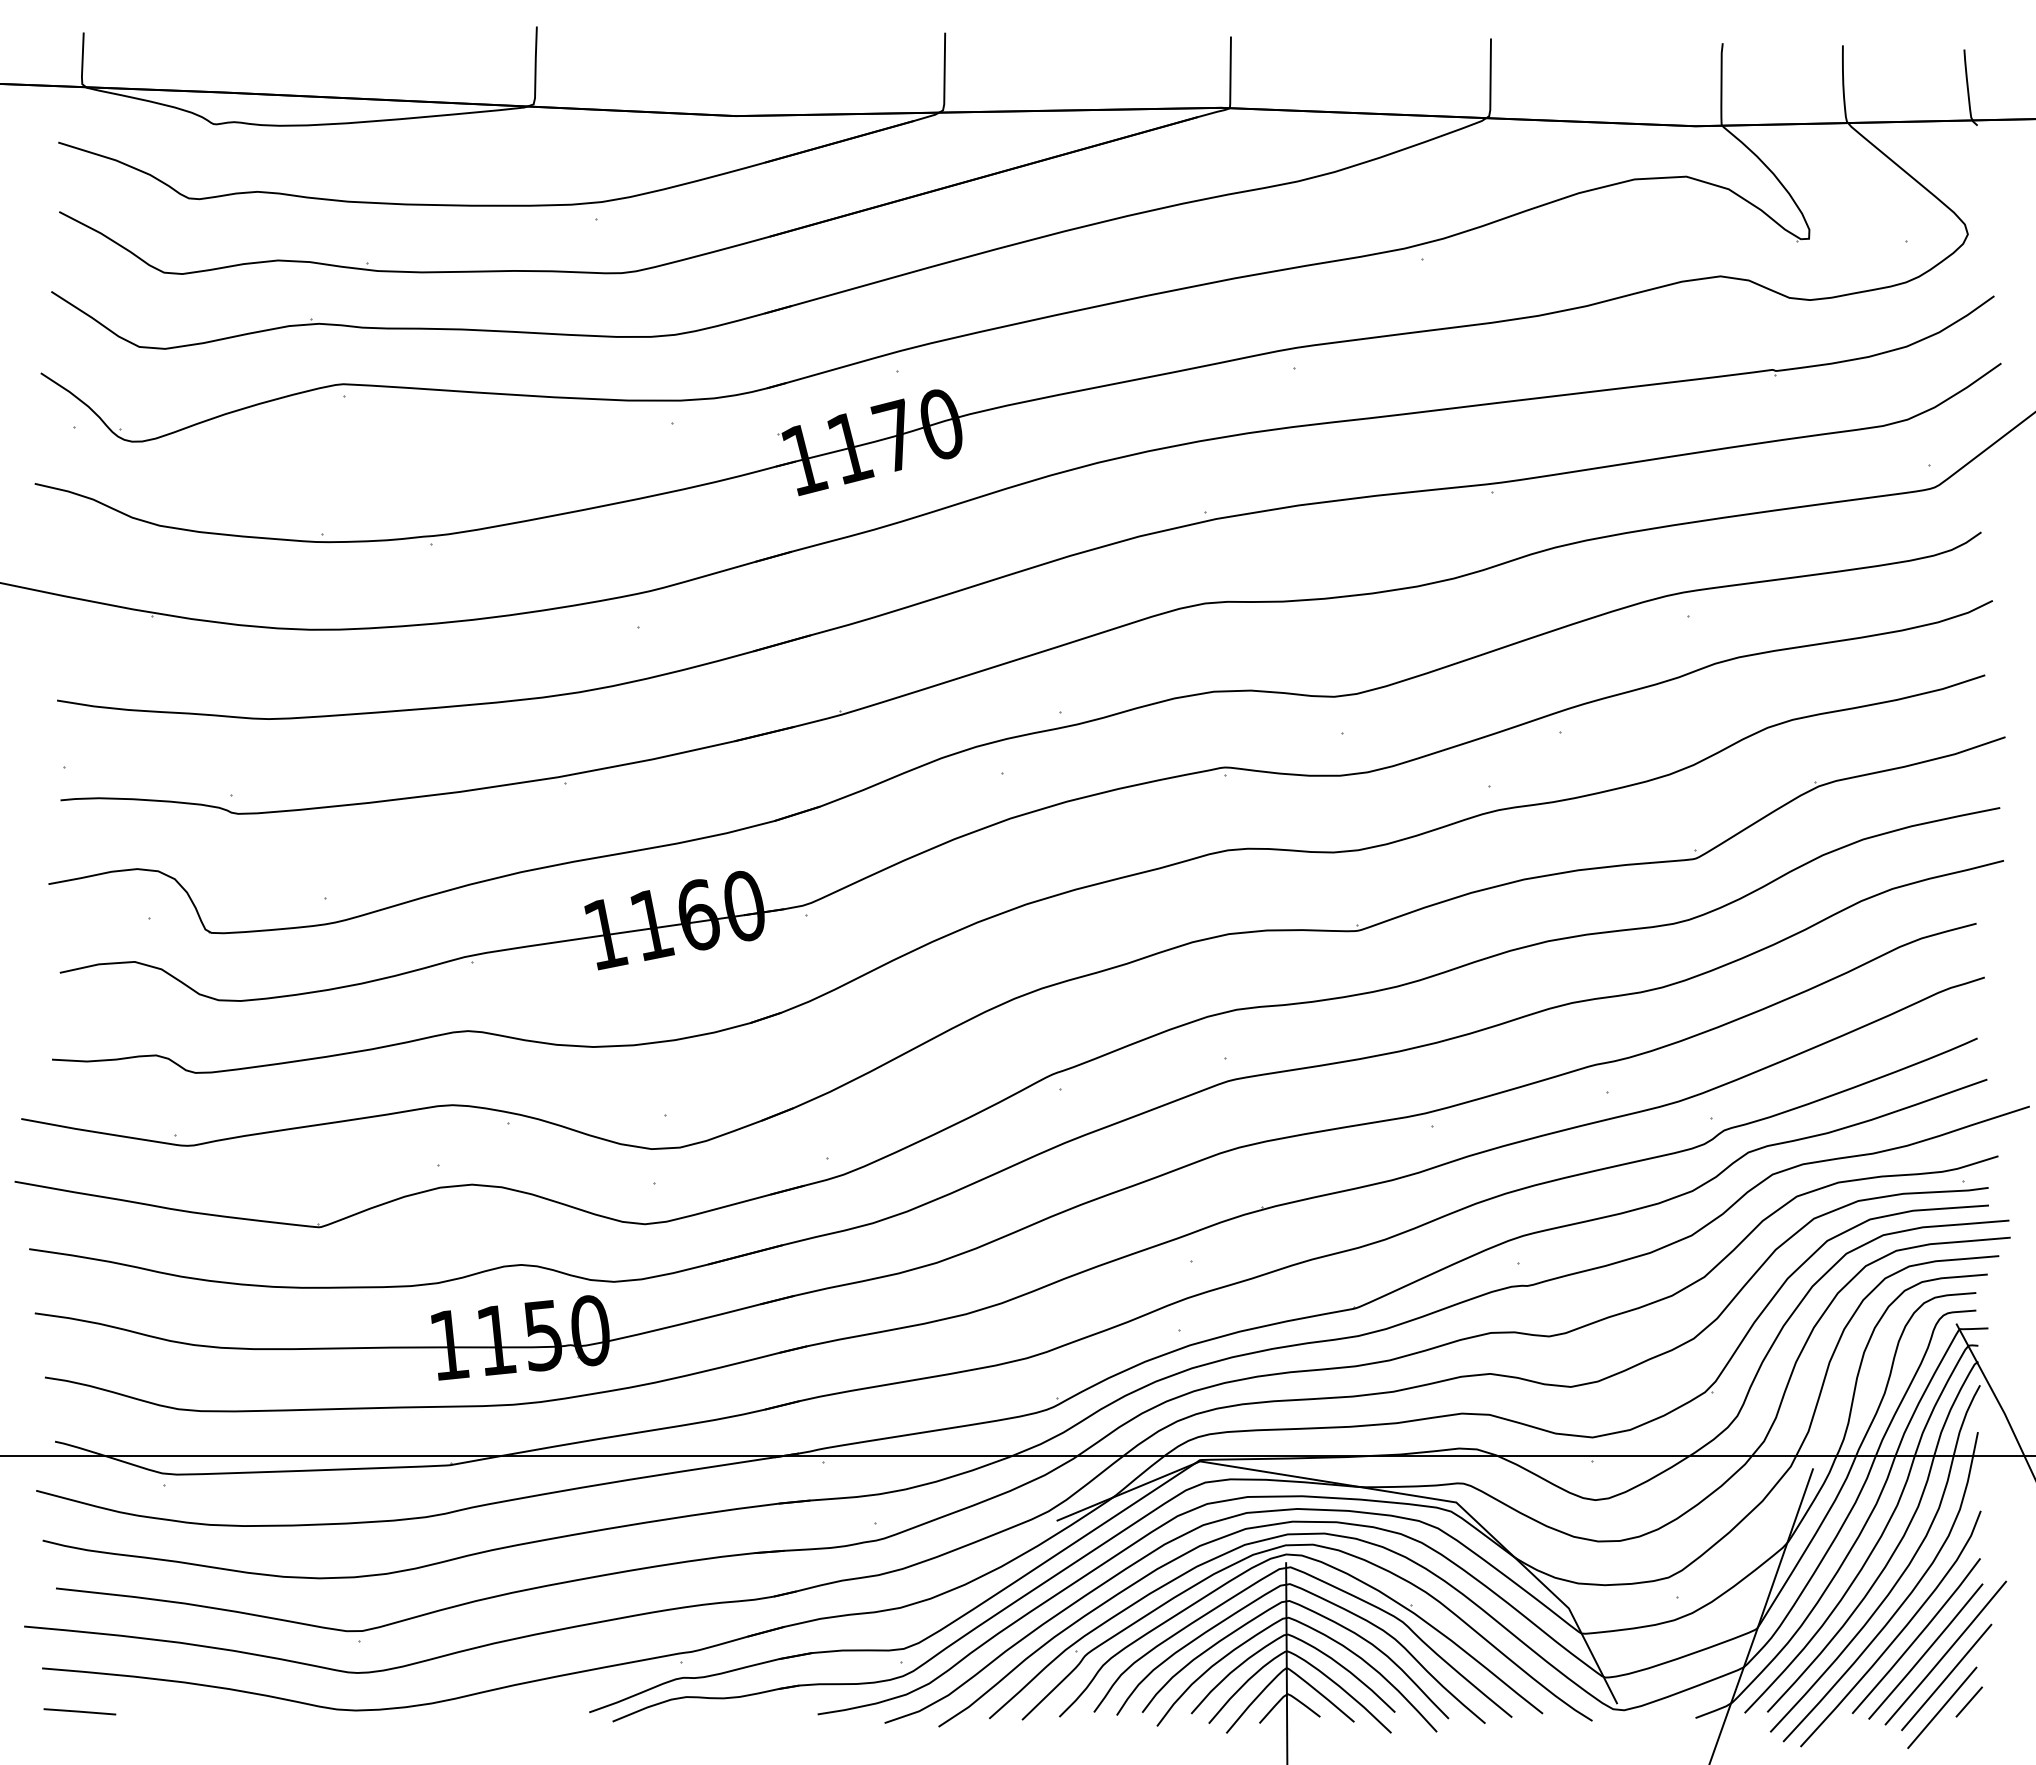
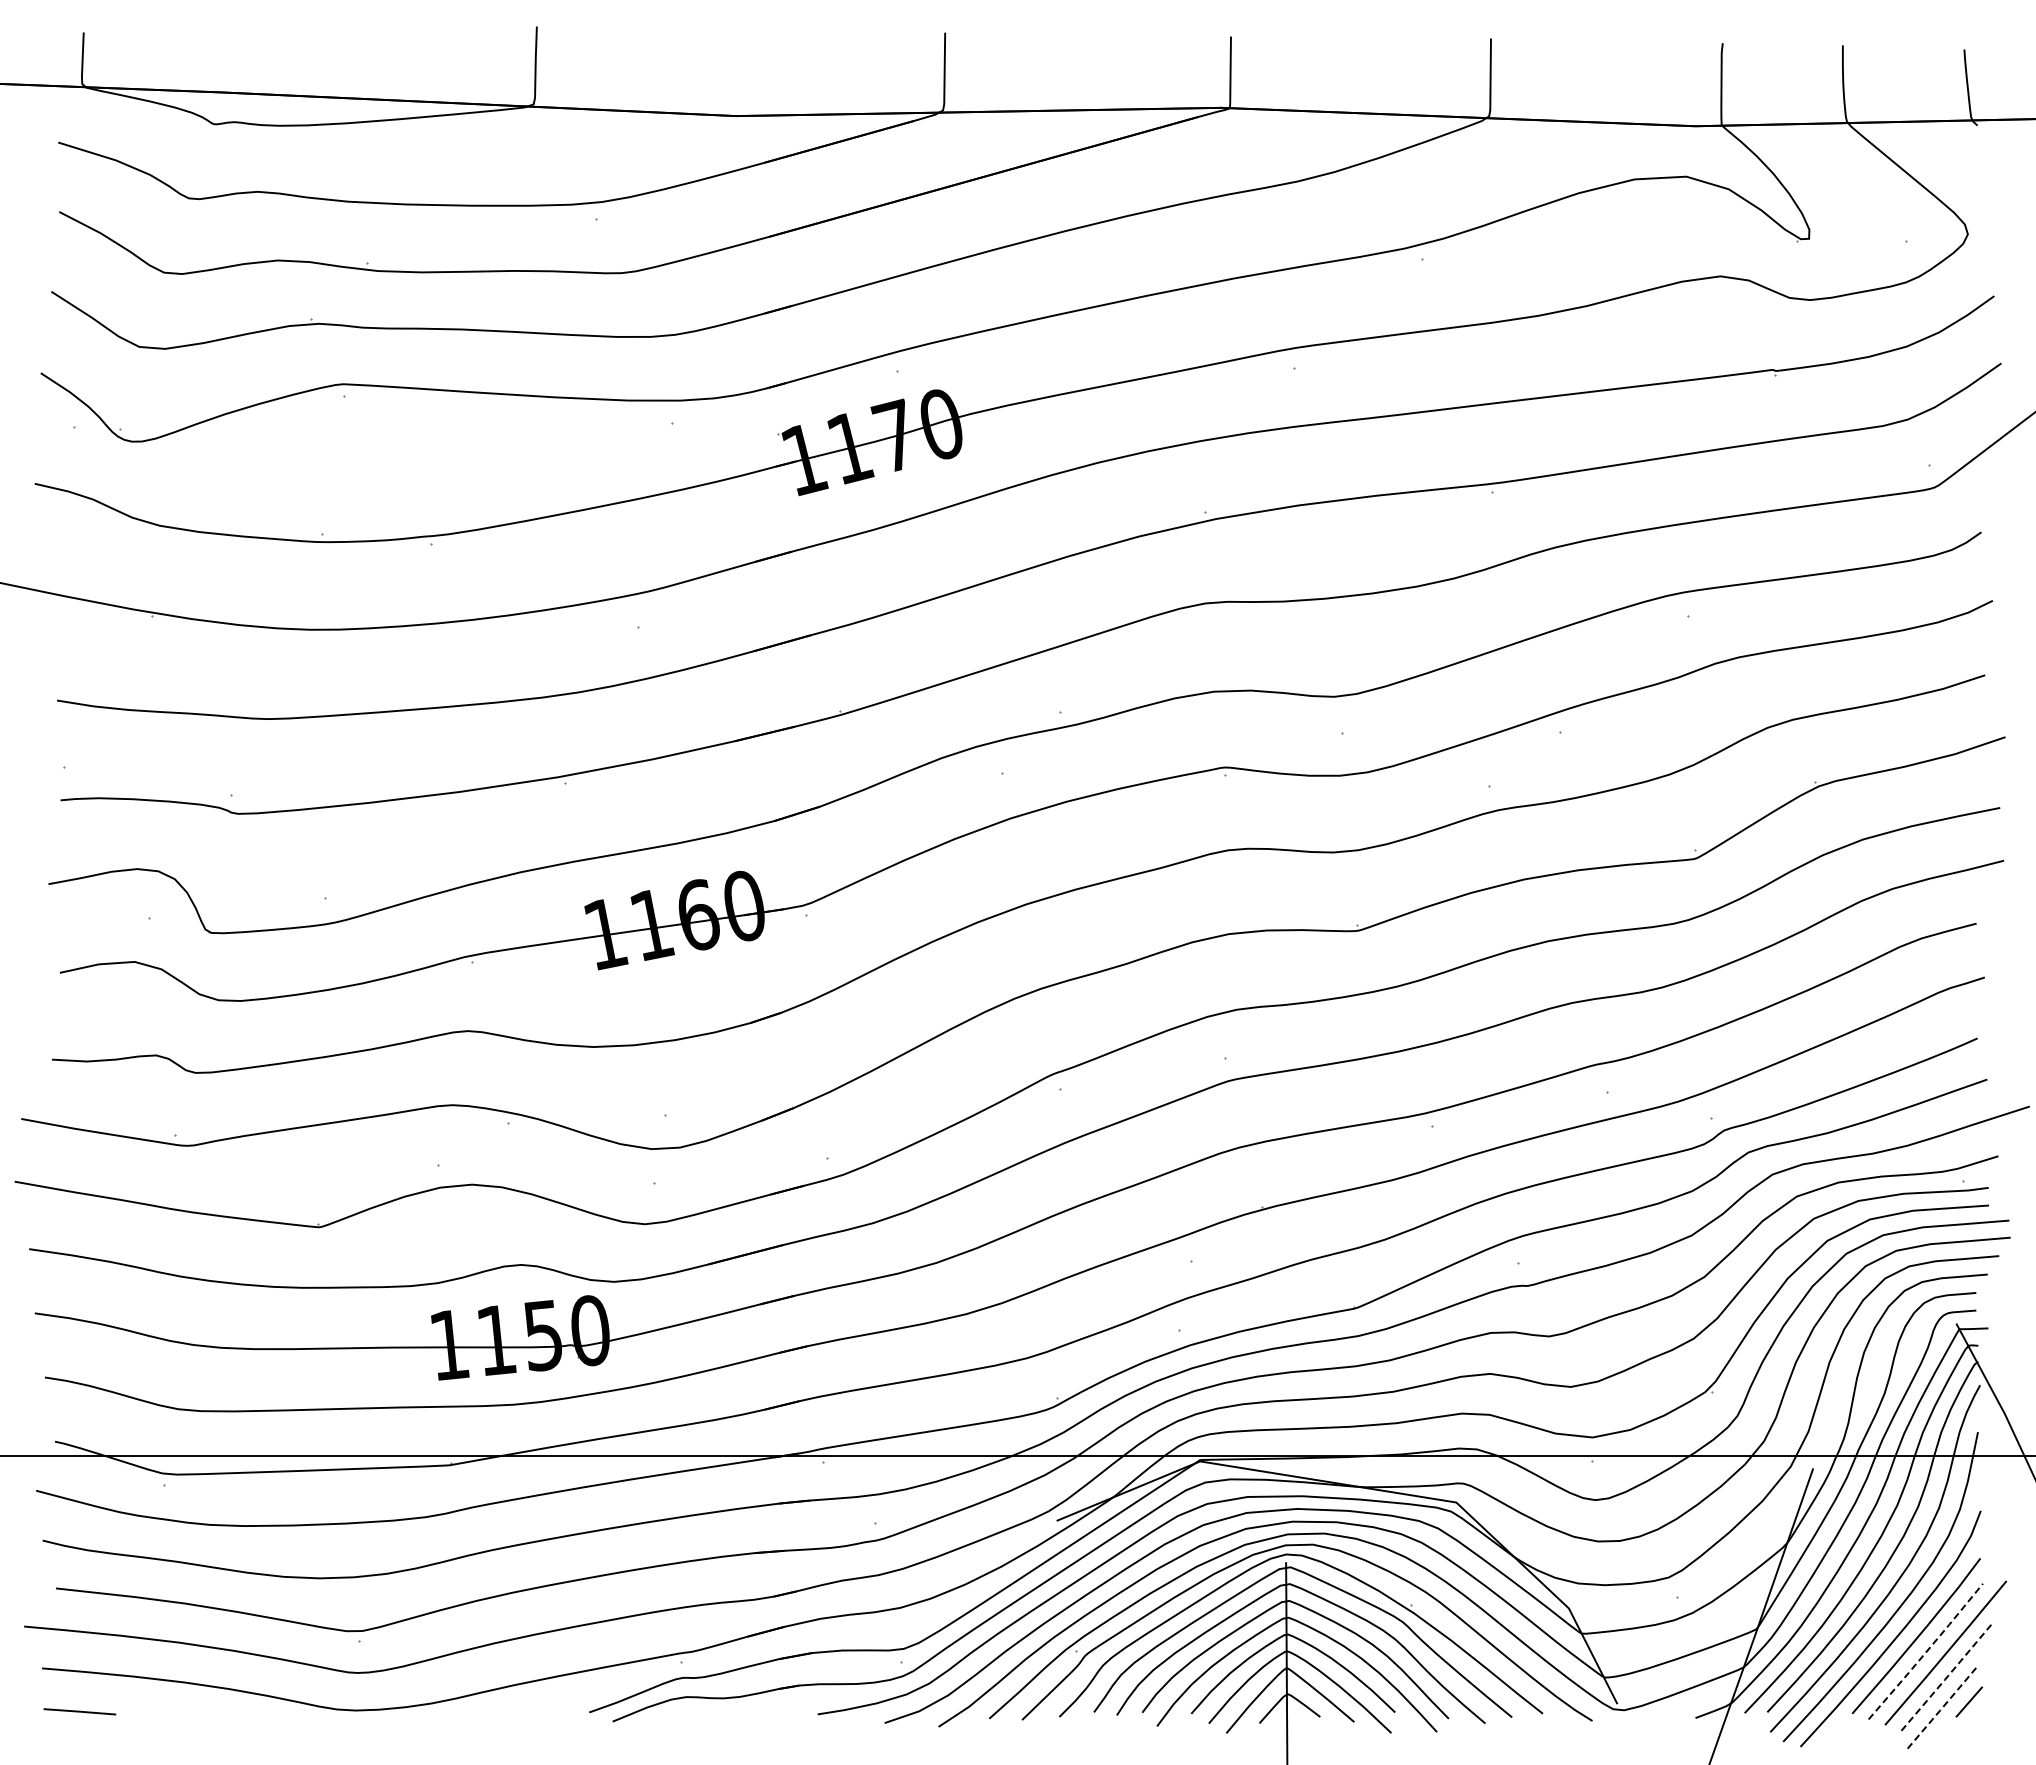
line at (1926, 1651): solid -> dashed
line at (1946, 1678): solid -> dashed
line at (1942, 1708): solid -> dashed
